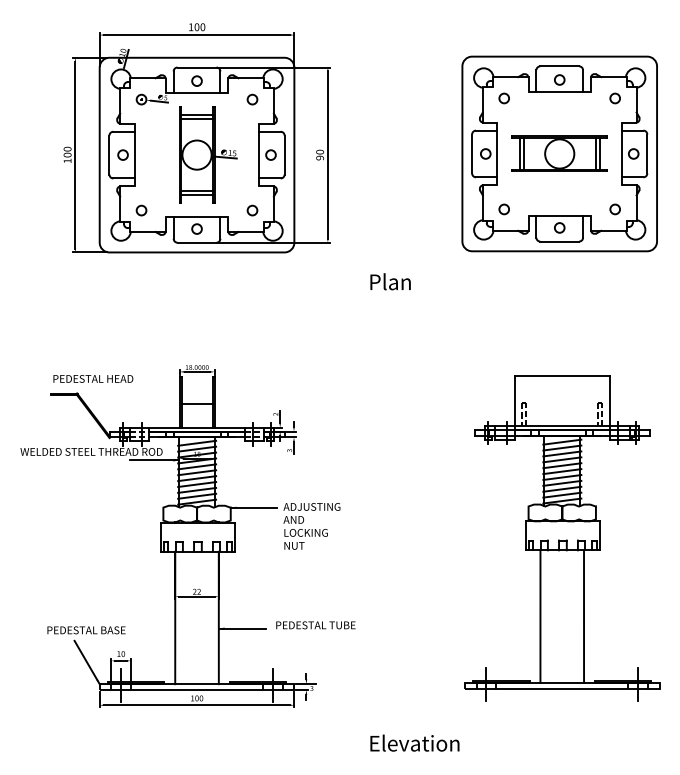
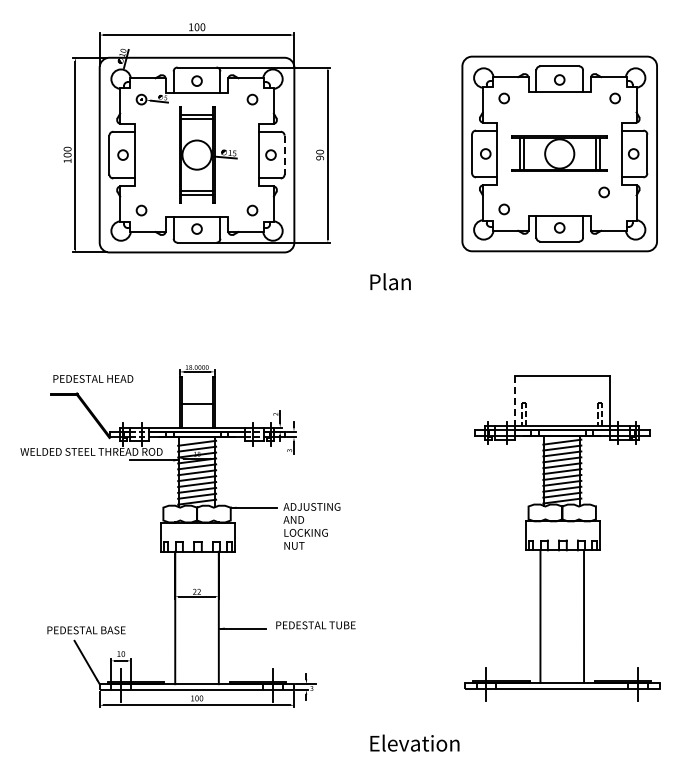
line at (284, 155): solid -> dashed
circle at (614, 209) position: (614, 209) -> (603, 192)
line at (514, 401): solid -> dashed
